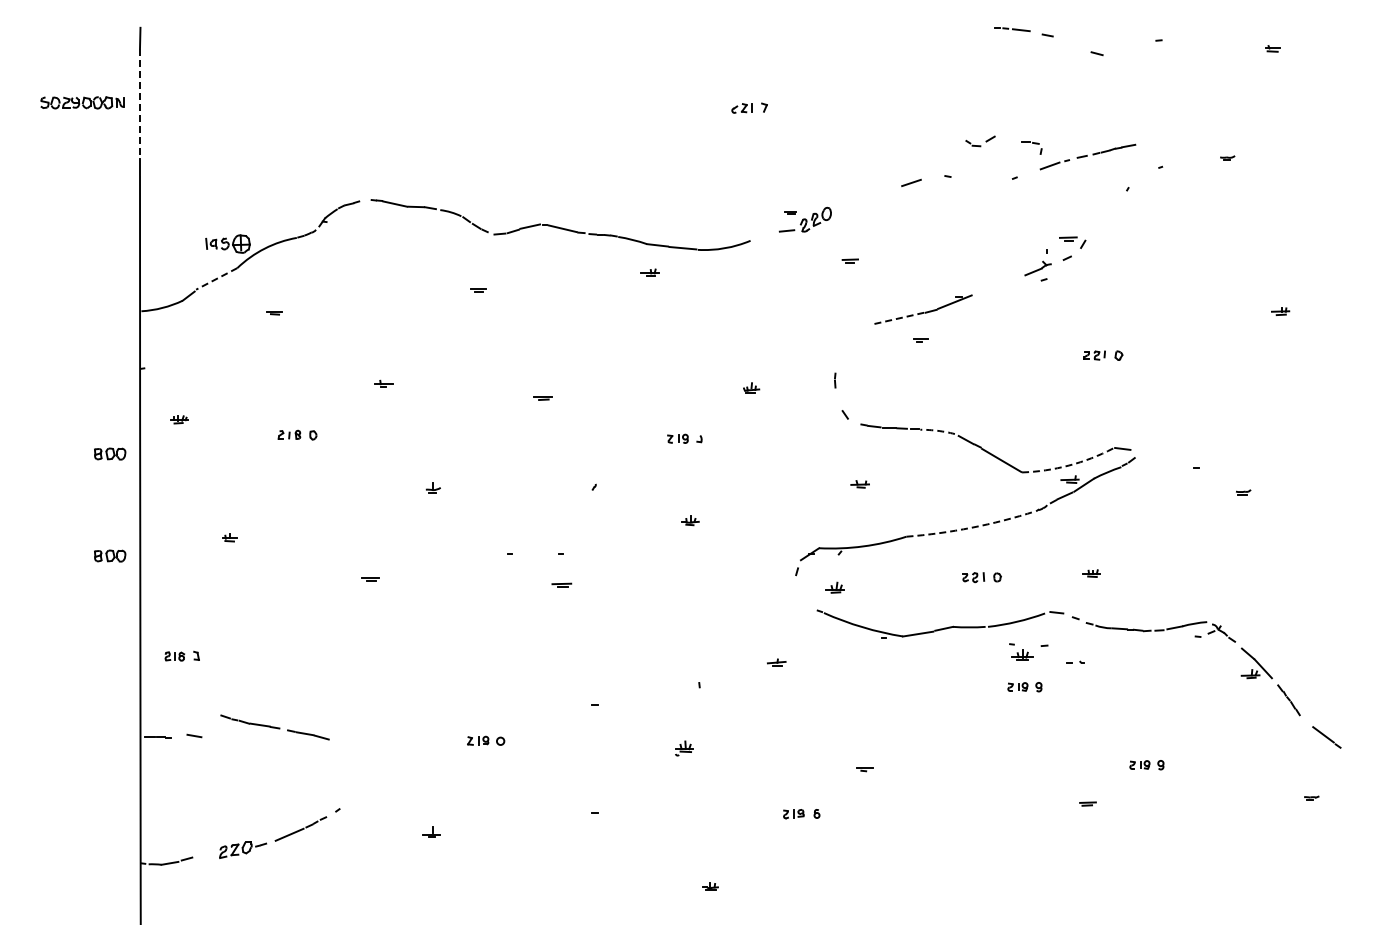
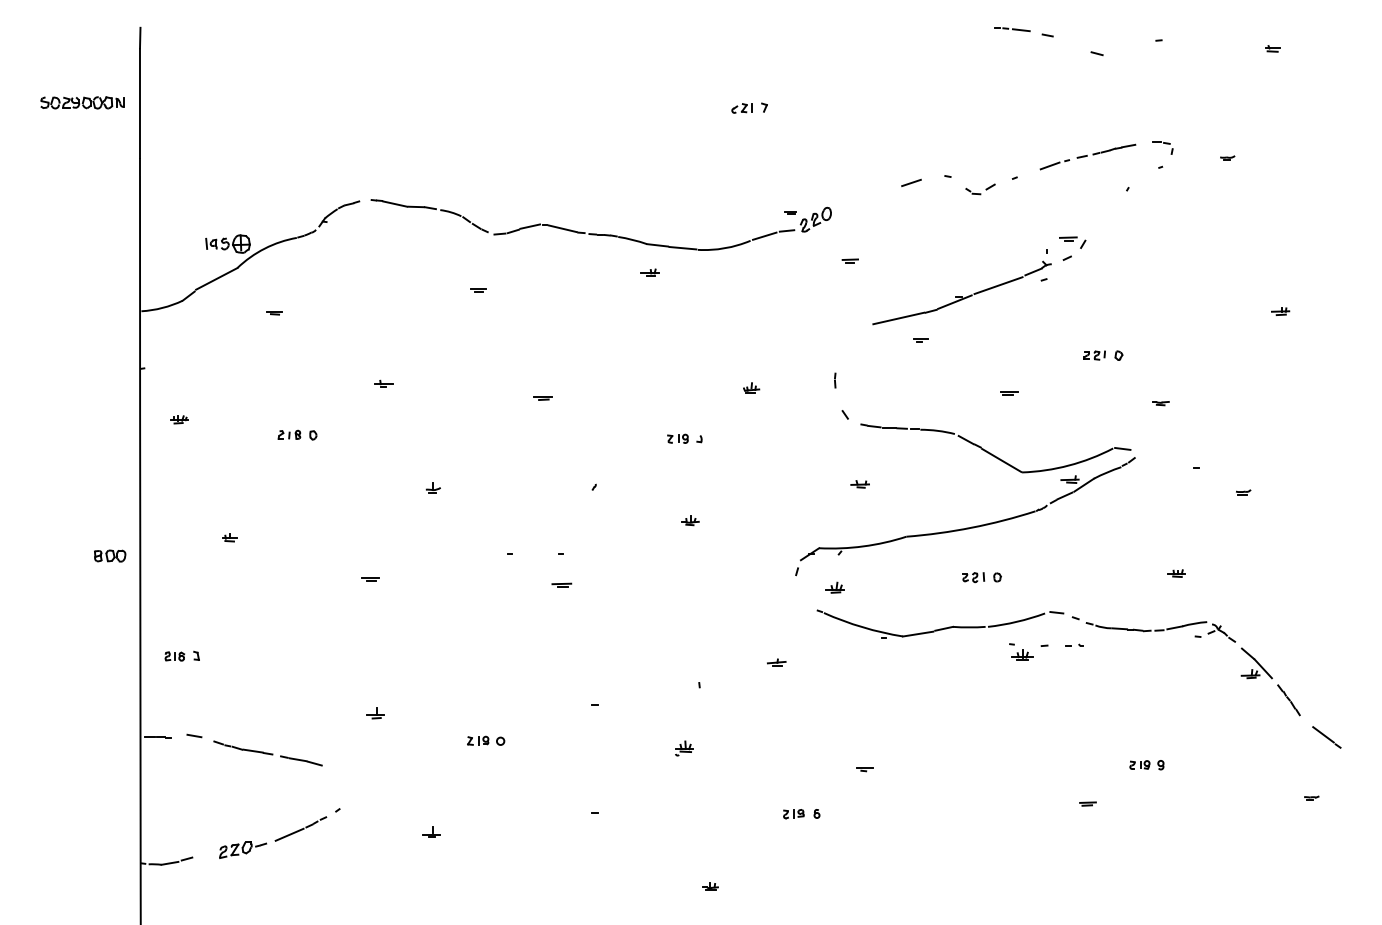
line at (140, 104): dashed -> solid
part at (980, 141) position: (980, 141) -> (980, 189)
part at (1031, 147) position: (1031, 147) -> (1162, 147)
line at (764, 235): none -> present
line at (216, 279): dashed -> solid
line at (998, 285): none -> present
line at (898, 318): dashed -> solid
part at (1009, 393): none -> present
part at (1160, 403): none -> present
arc at (937, 430): dashed -> solid
part at (110, 453): present -> none
arc at (1068, 465): dashed -> solid
arc at (971, 527): dashed -> solid
part at (1091, 573) position: (1091, 573) -> (1176, 573)
part at (1075, 661) position: (1075, 661) -> (1074, 644)
part at (1024, 687): present -> none
part at (375, 713): none -> present
part at (274, 727) position: (274, 727) -> (267, 753)
